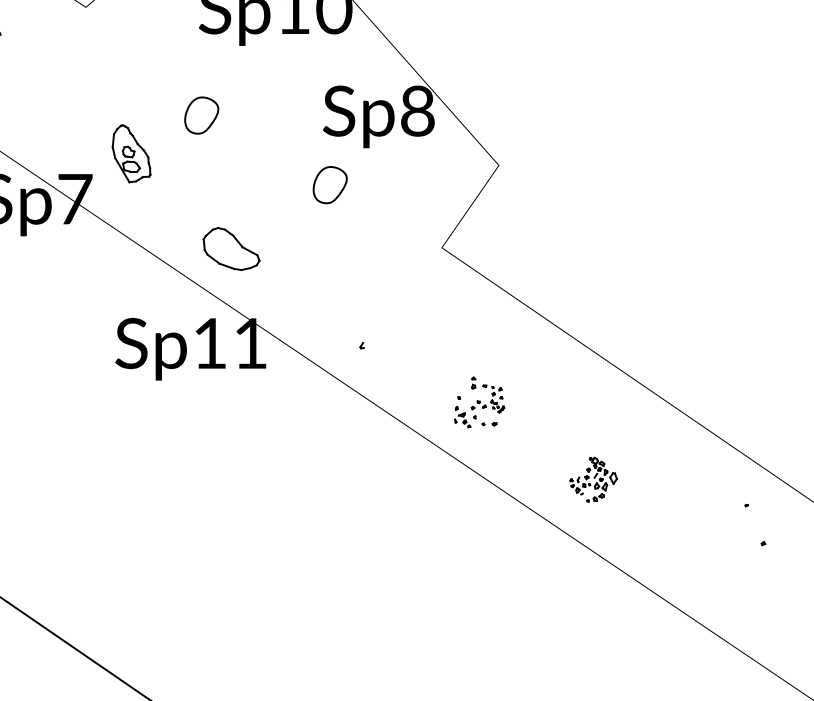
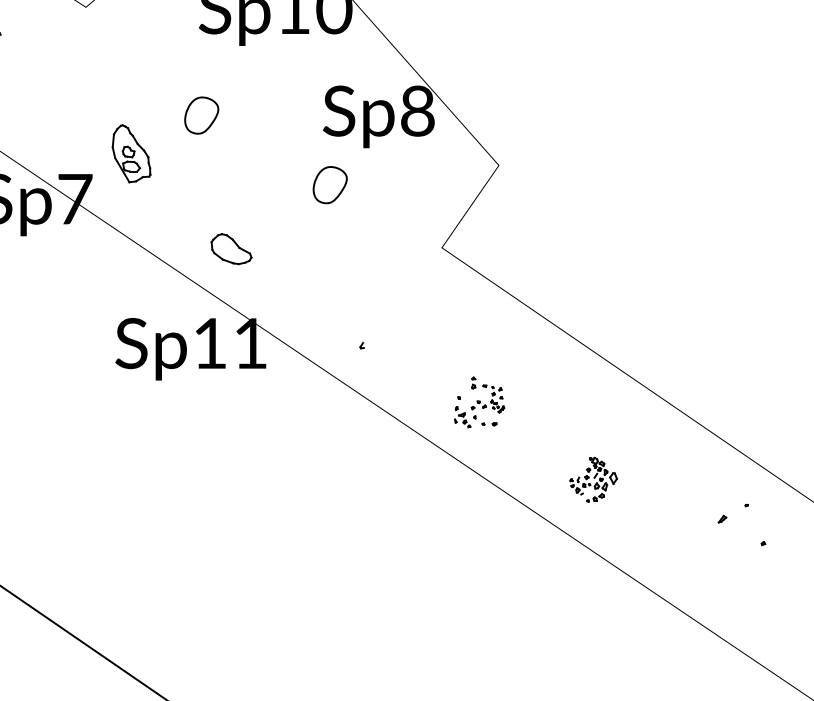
part at (231, 248) size: 59x44 px -> 43x33 px
part at (722, 518): none -> present
line at (74, 647) position: (74, 647) -> (82, 642)
